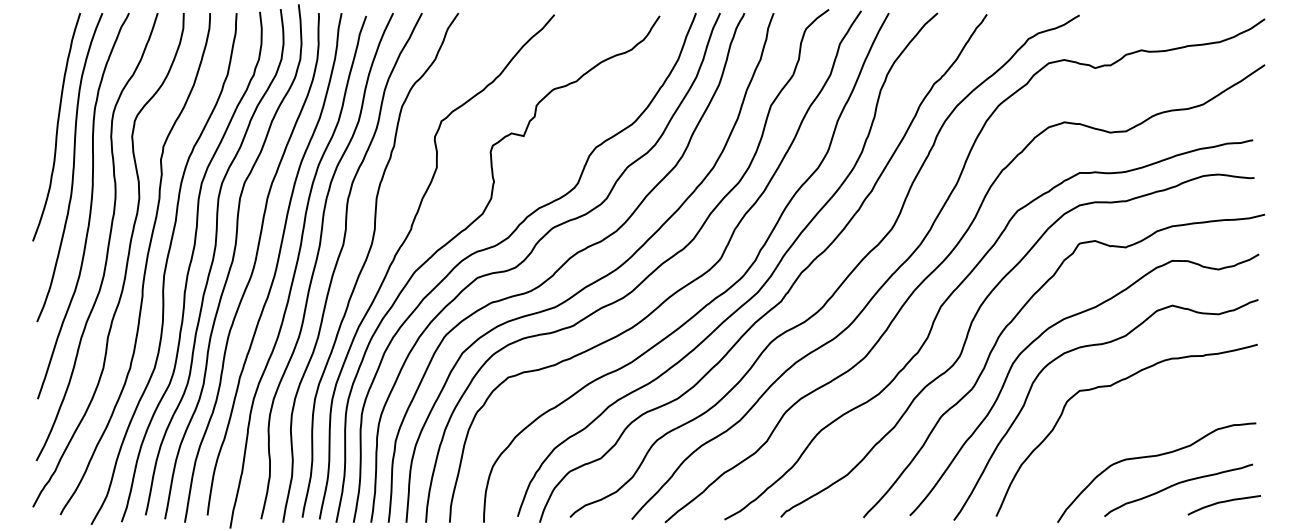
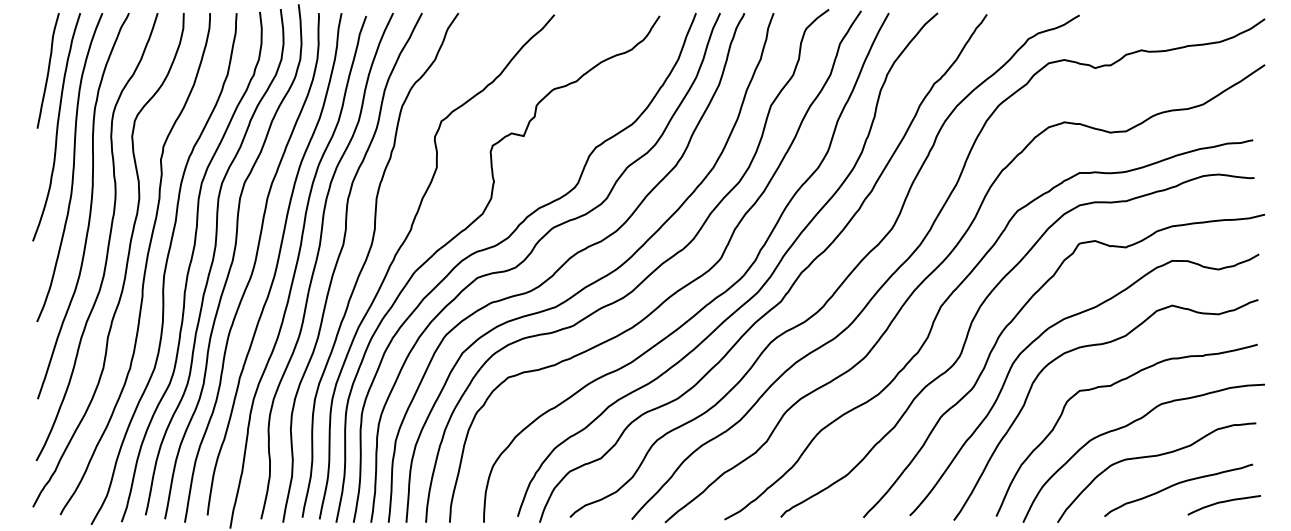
curve at (47, 70): none -> present
curve at (1129, 425): none -> present
